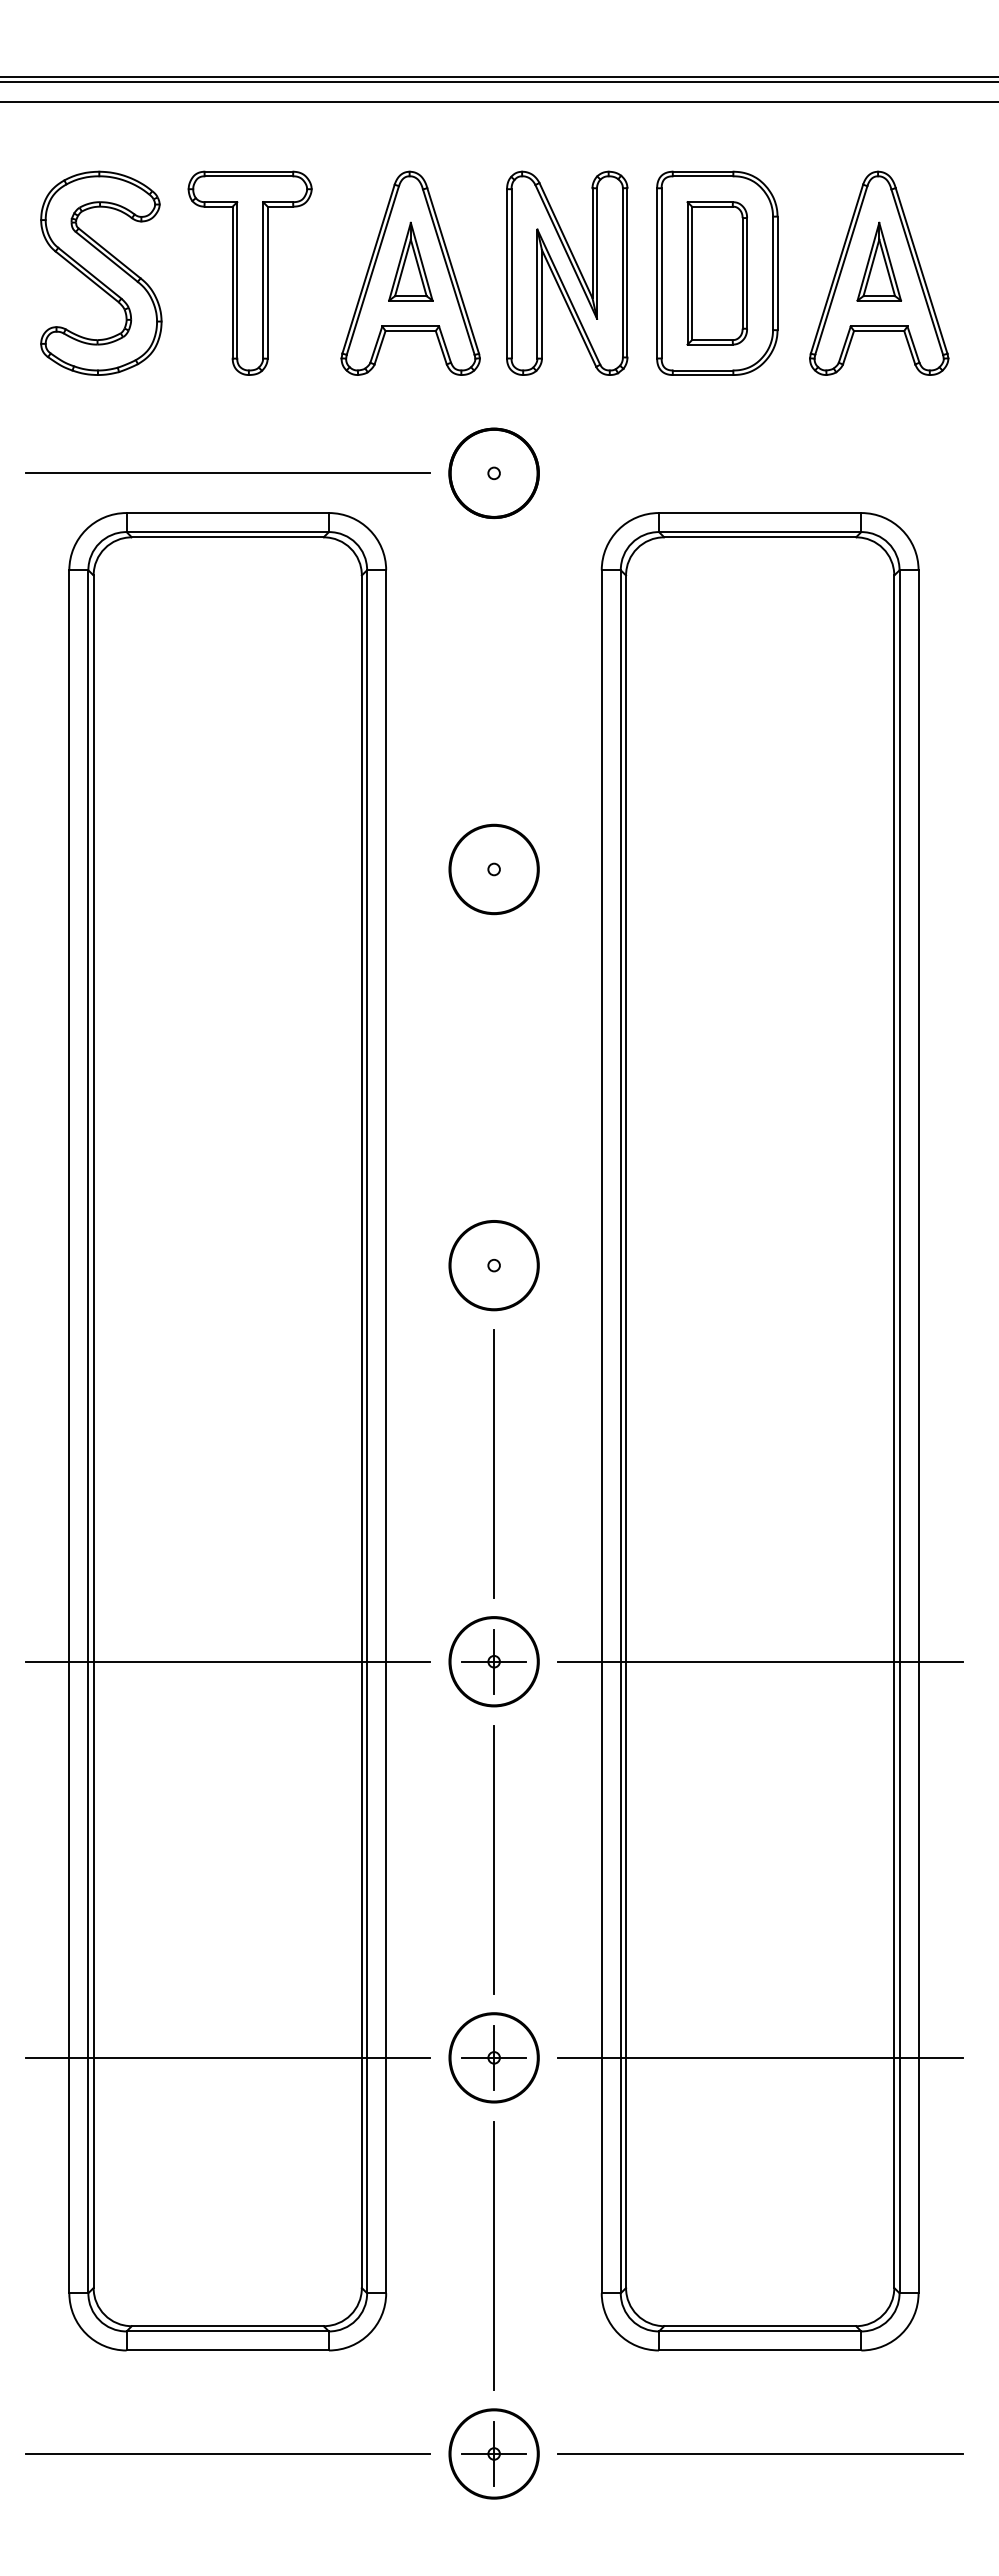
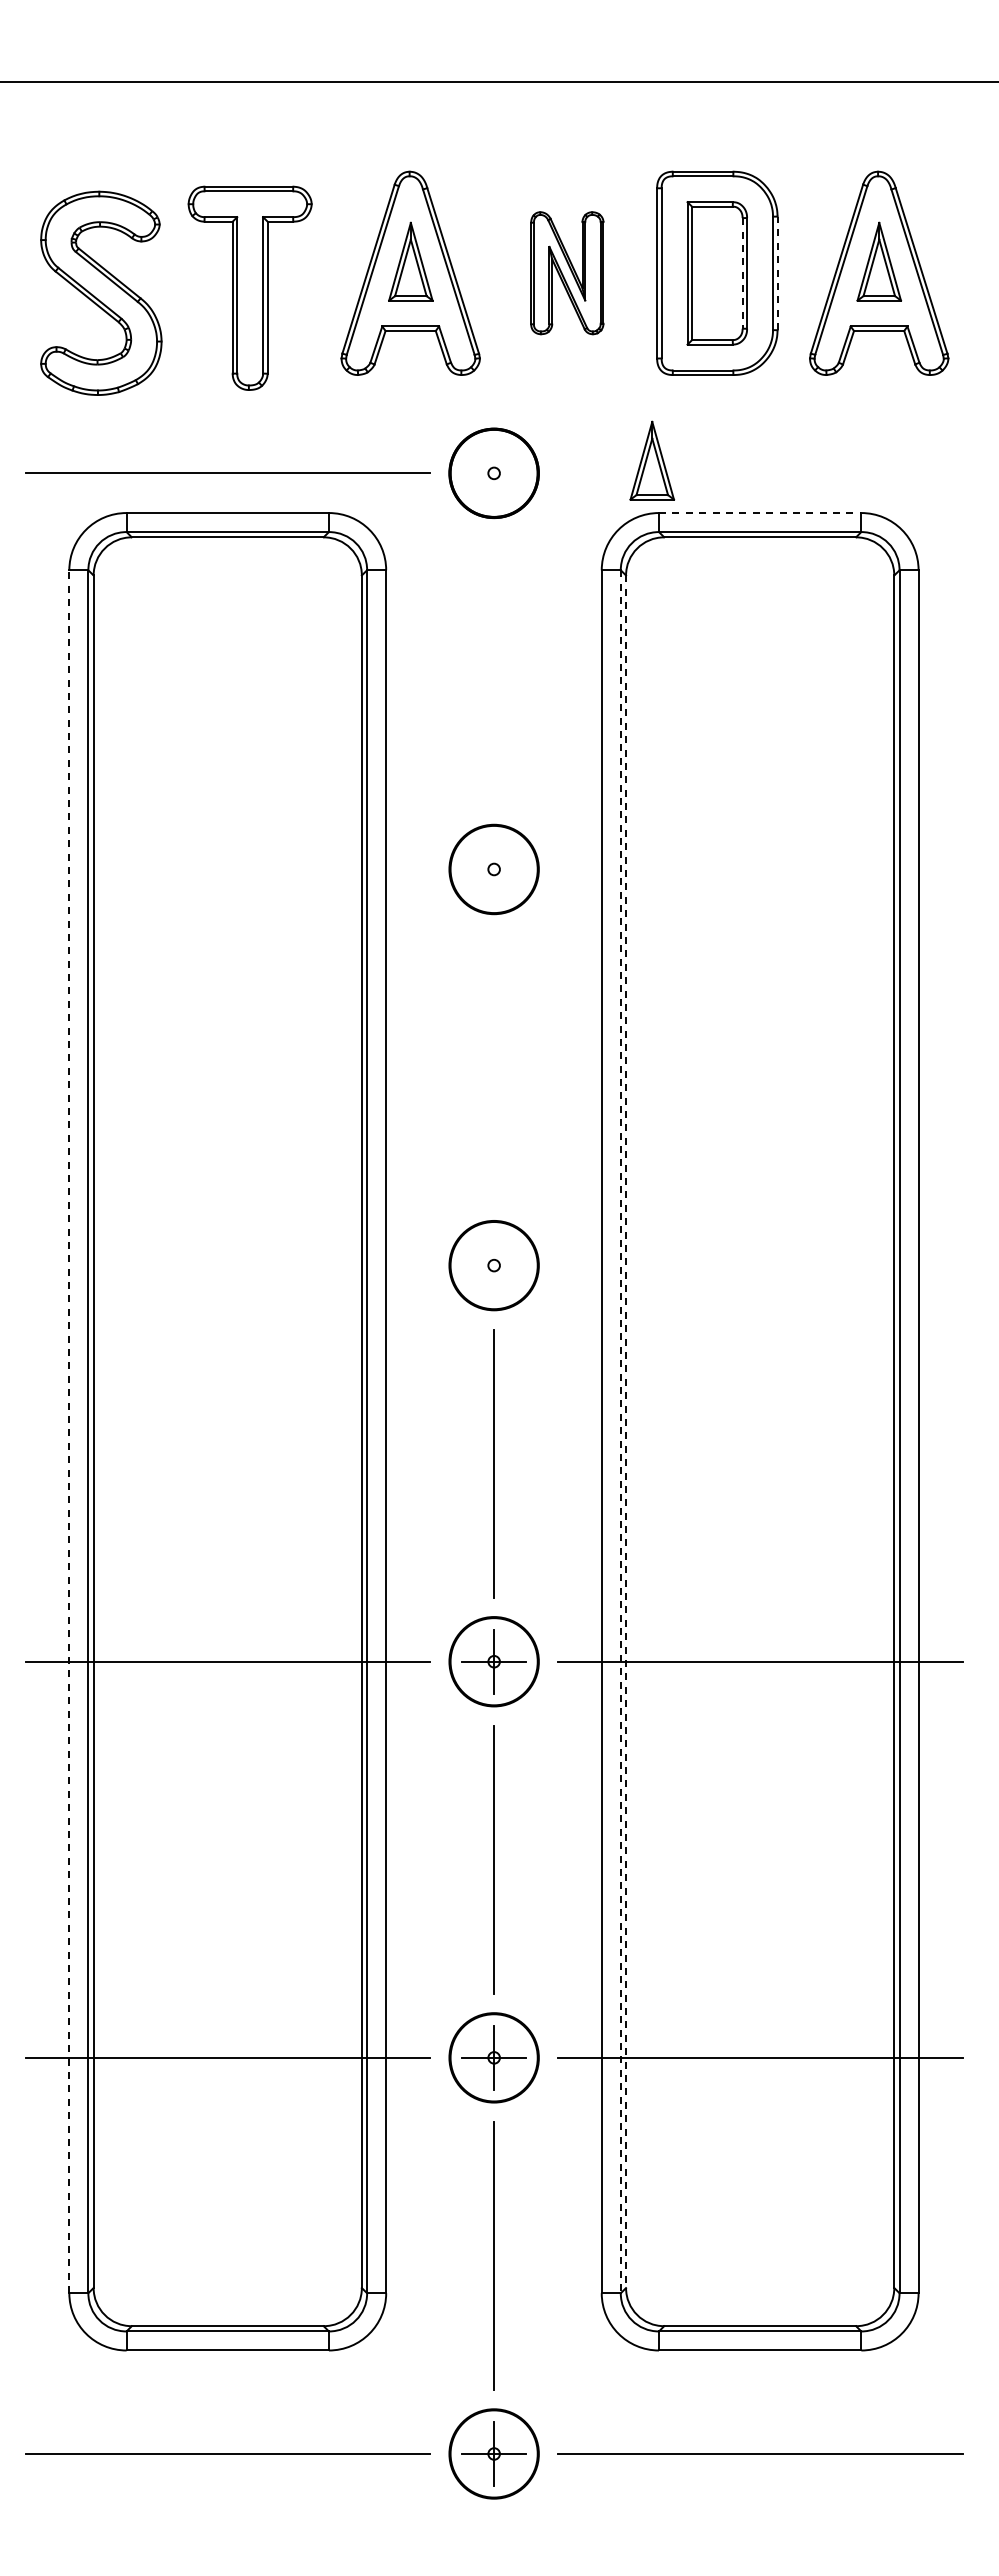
line at (498, 77): present -> none
line at (498, 101): present -> none
part at (101, 272) position: (101, 272) -> (101, 292)
part at (249, 272) position: (249, 272) -> (249, 287)
part at (567, 272) size: 123x206 px -> 75x125 px
line at (742, 273): solid -> dashed
line at (777, 273): solid -> dashed
part at (652, 460): none -> present
line at (760, 513): solid -> dashed
line at (69, 1431): solid -> dashed
line at (620, 1432): solid -> dashed
line at (626, 1432): solid -> dashed
